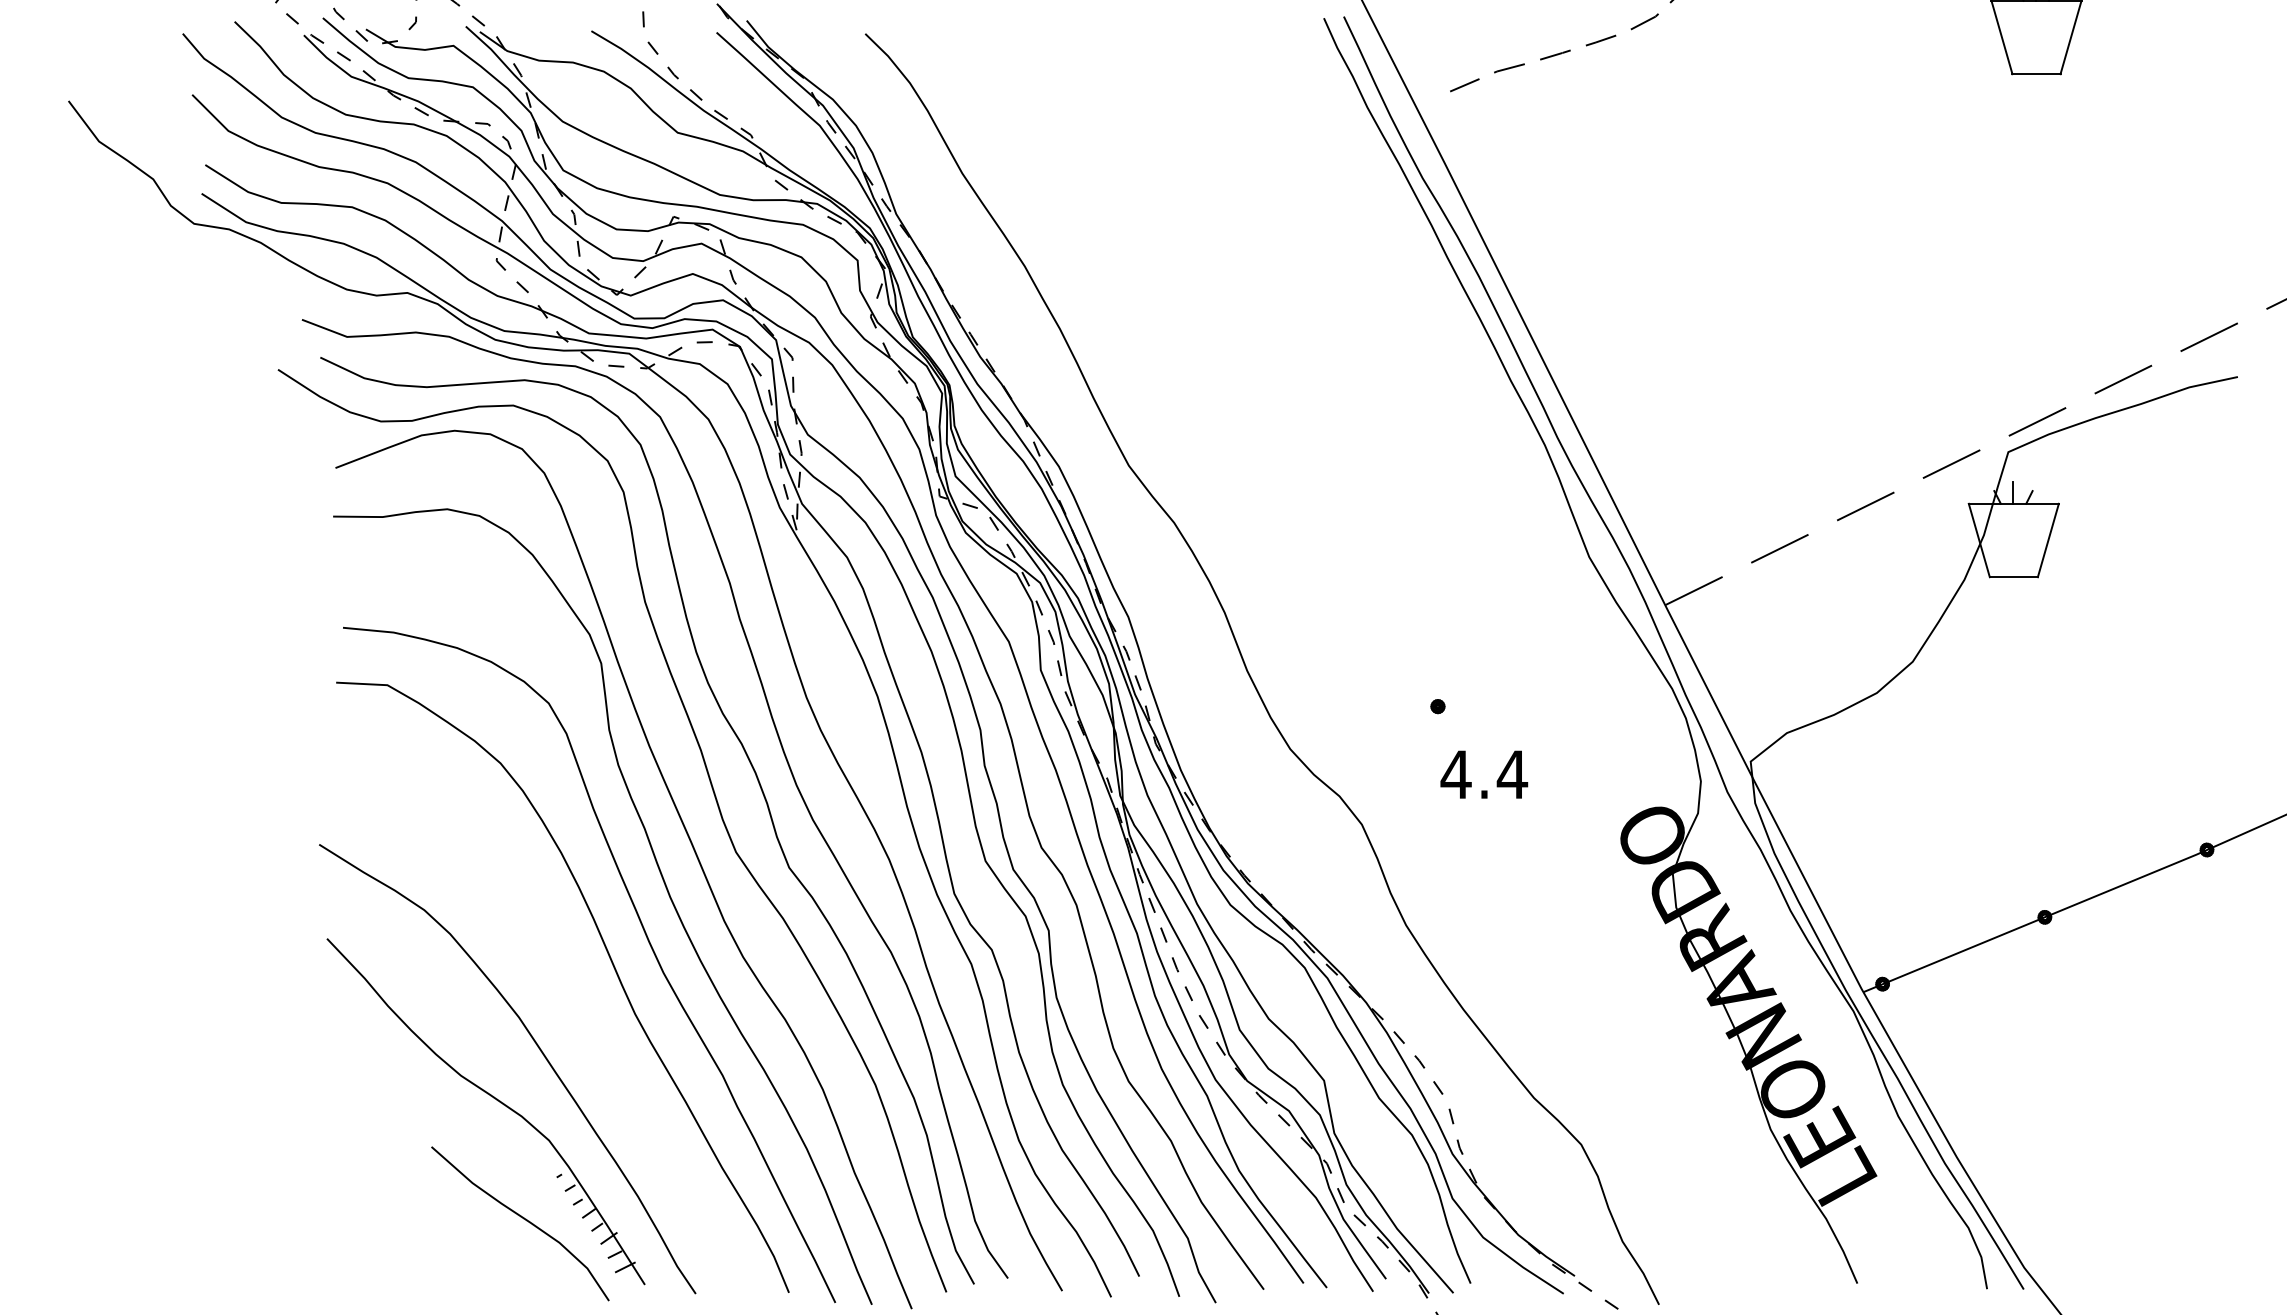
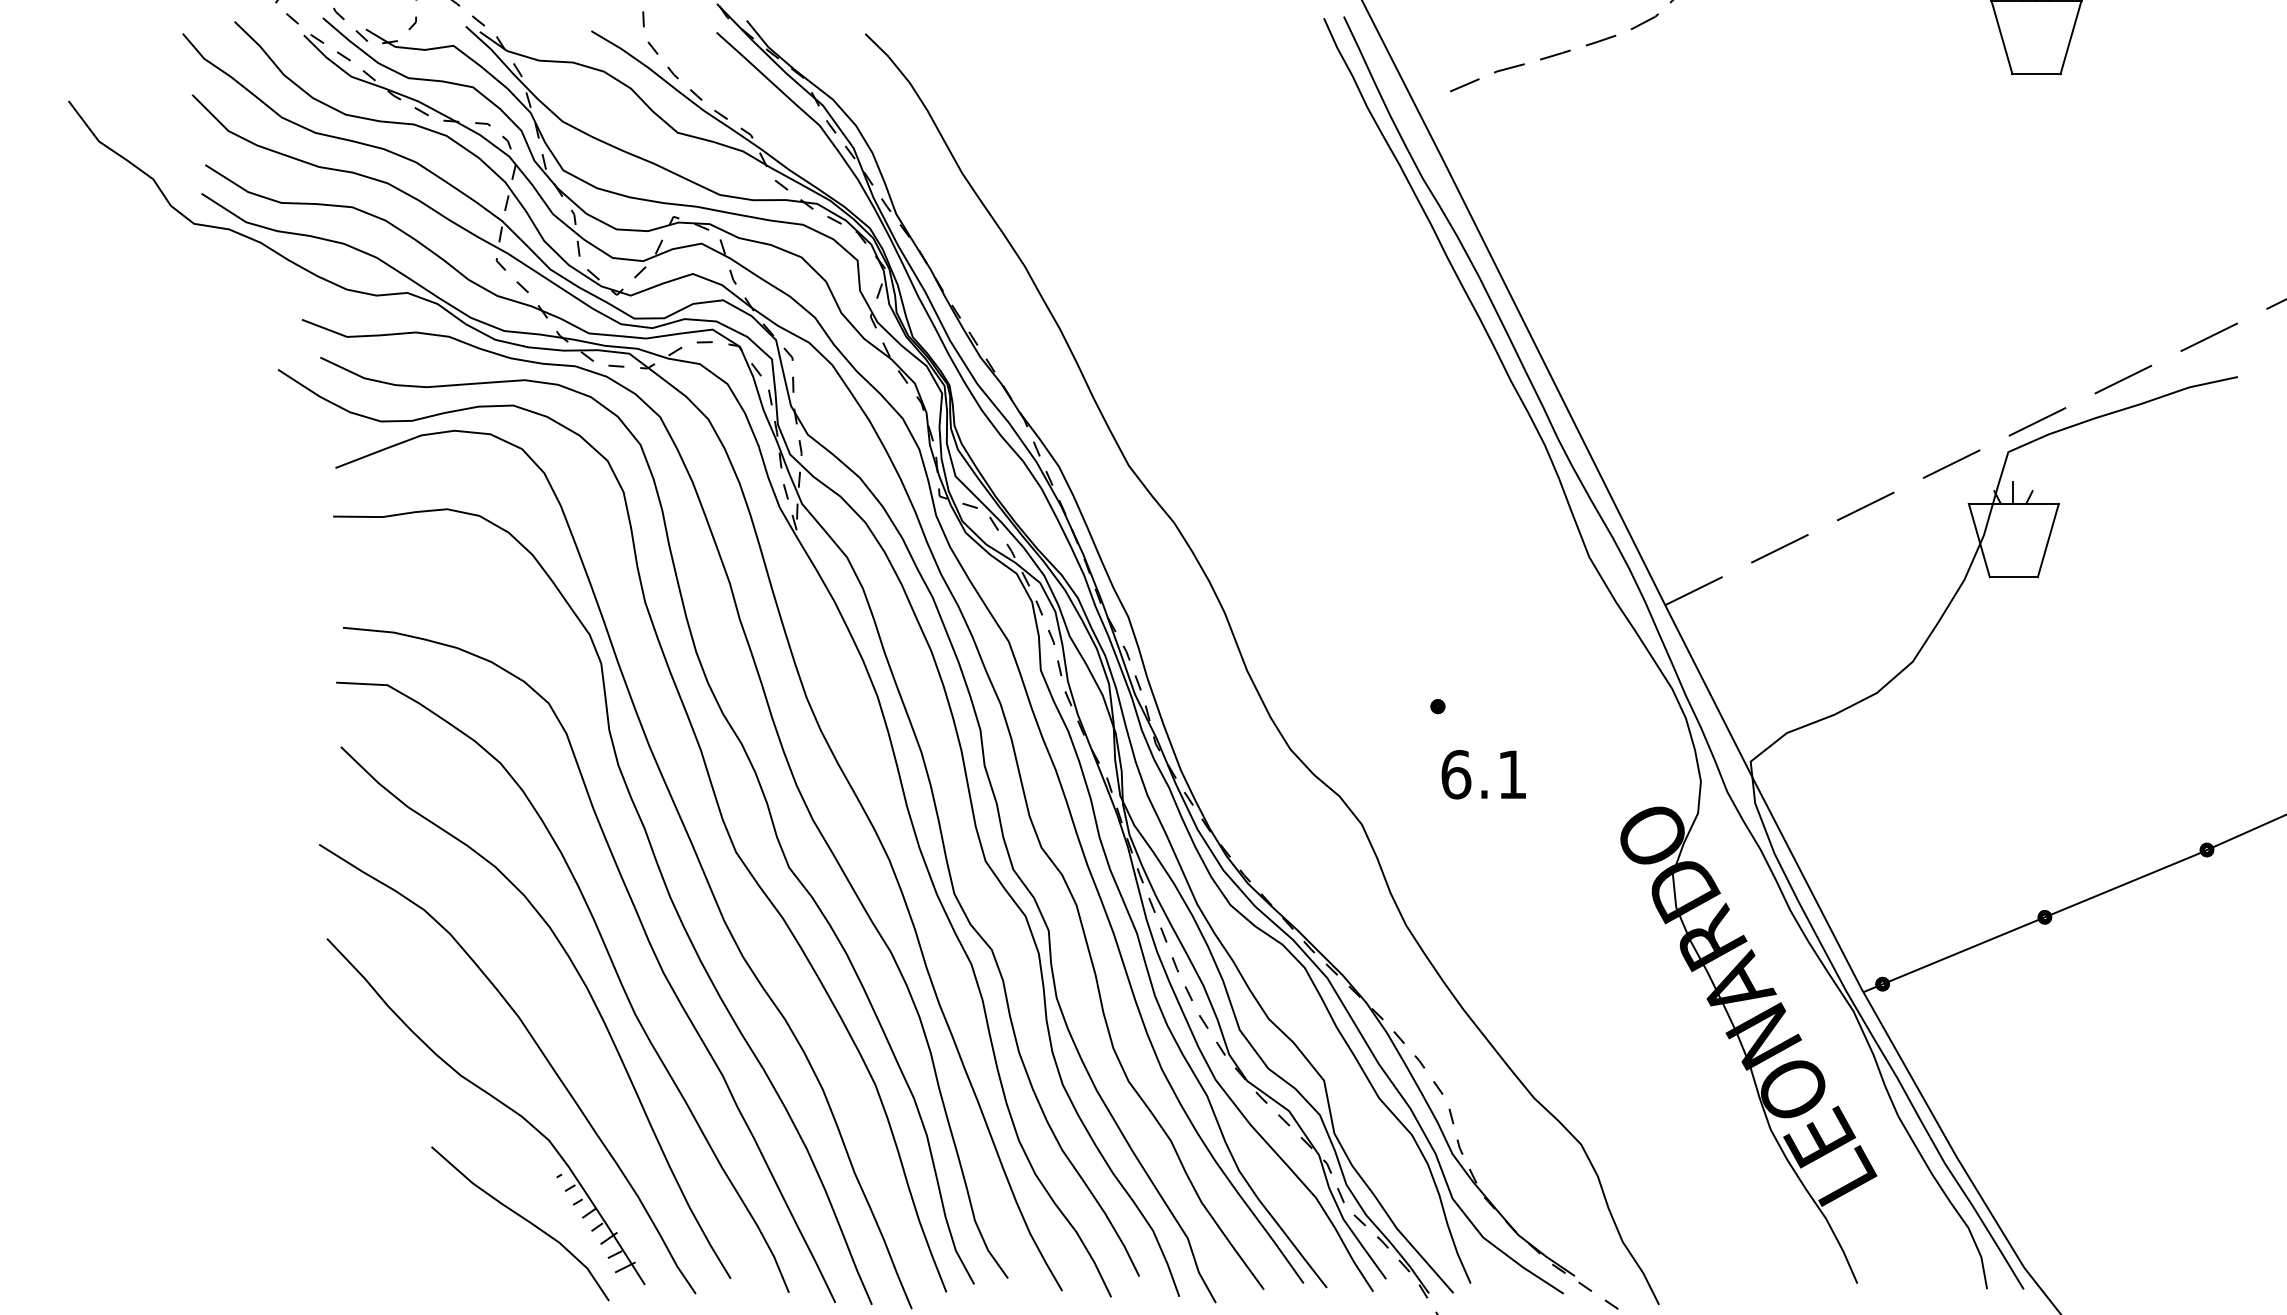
text at (1484, 774): 4.4 -> 6.1
curve at (582, 982): none -> present
